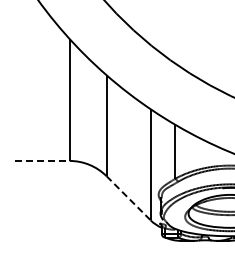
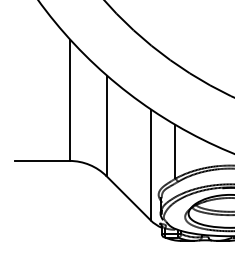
line at (42, 160): dashed -> solid
line at (128, 198): dashed -> solid
